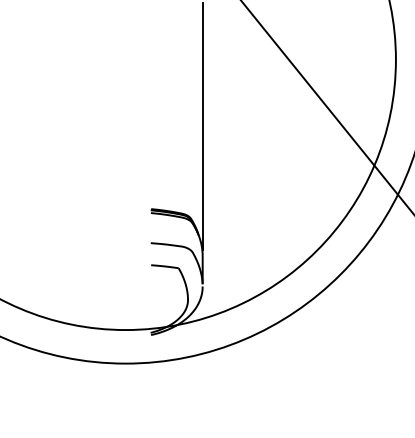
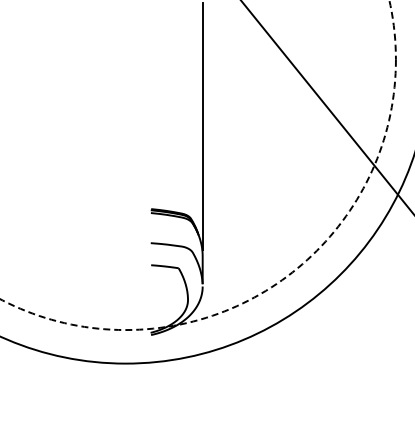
circle at (197, 165): solid -> dashed
